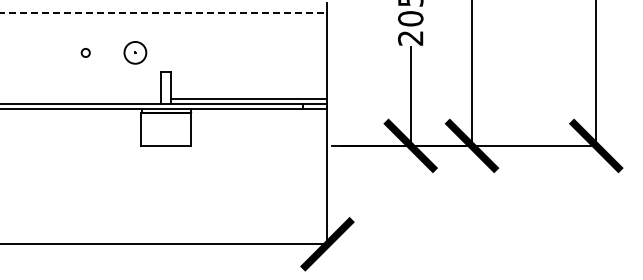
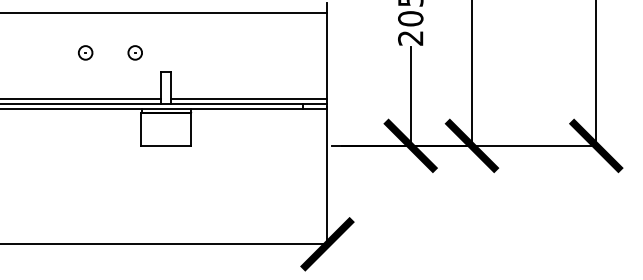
line at (164, 13): dashed -> solid
part at (85, 52) size: 11x10 px -> 16x16 px
part at (135, 52) size: 25x24 px -> 16x16 px
line at (81, 98): none -> present
